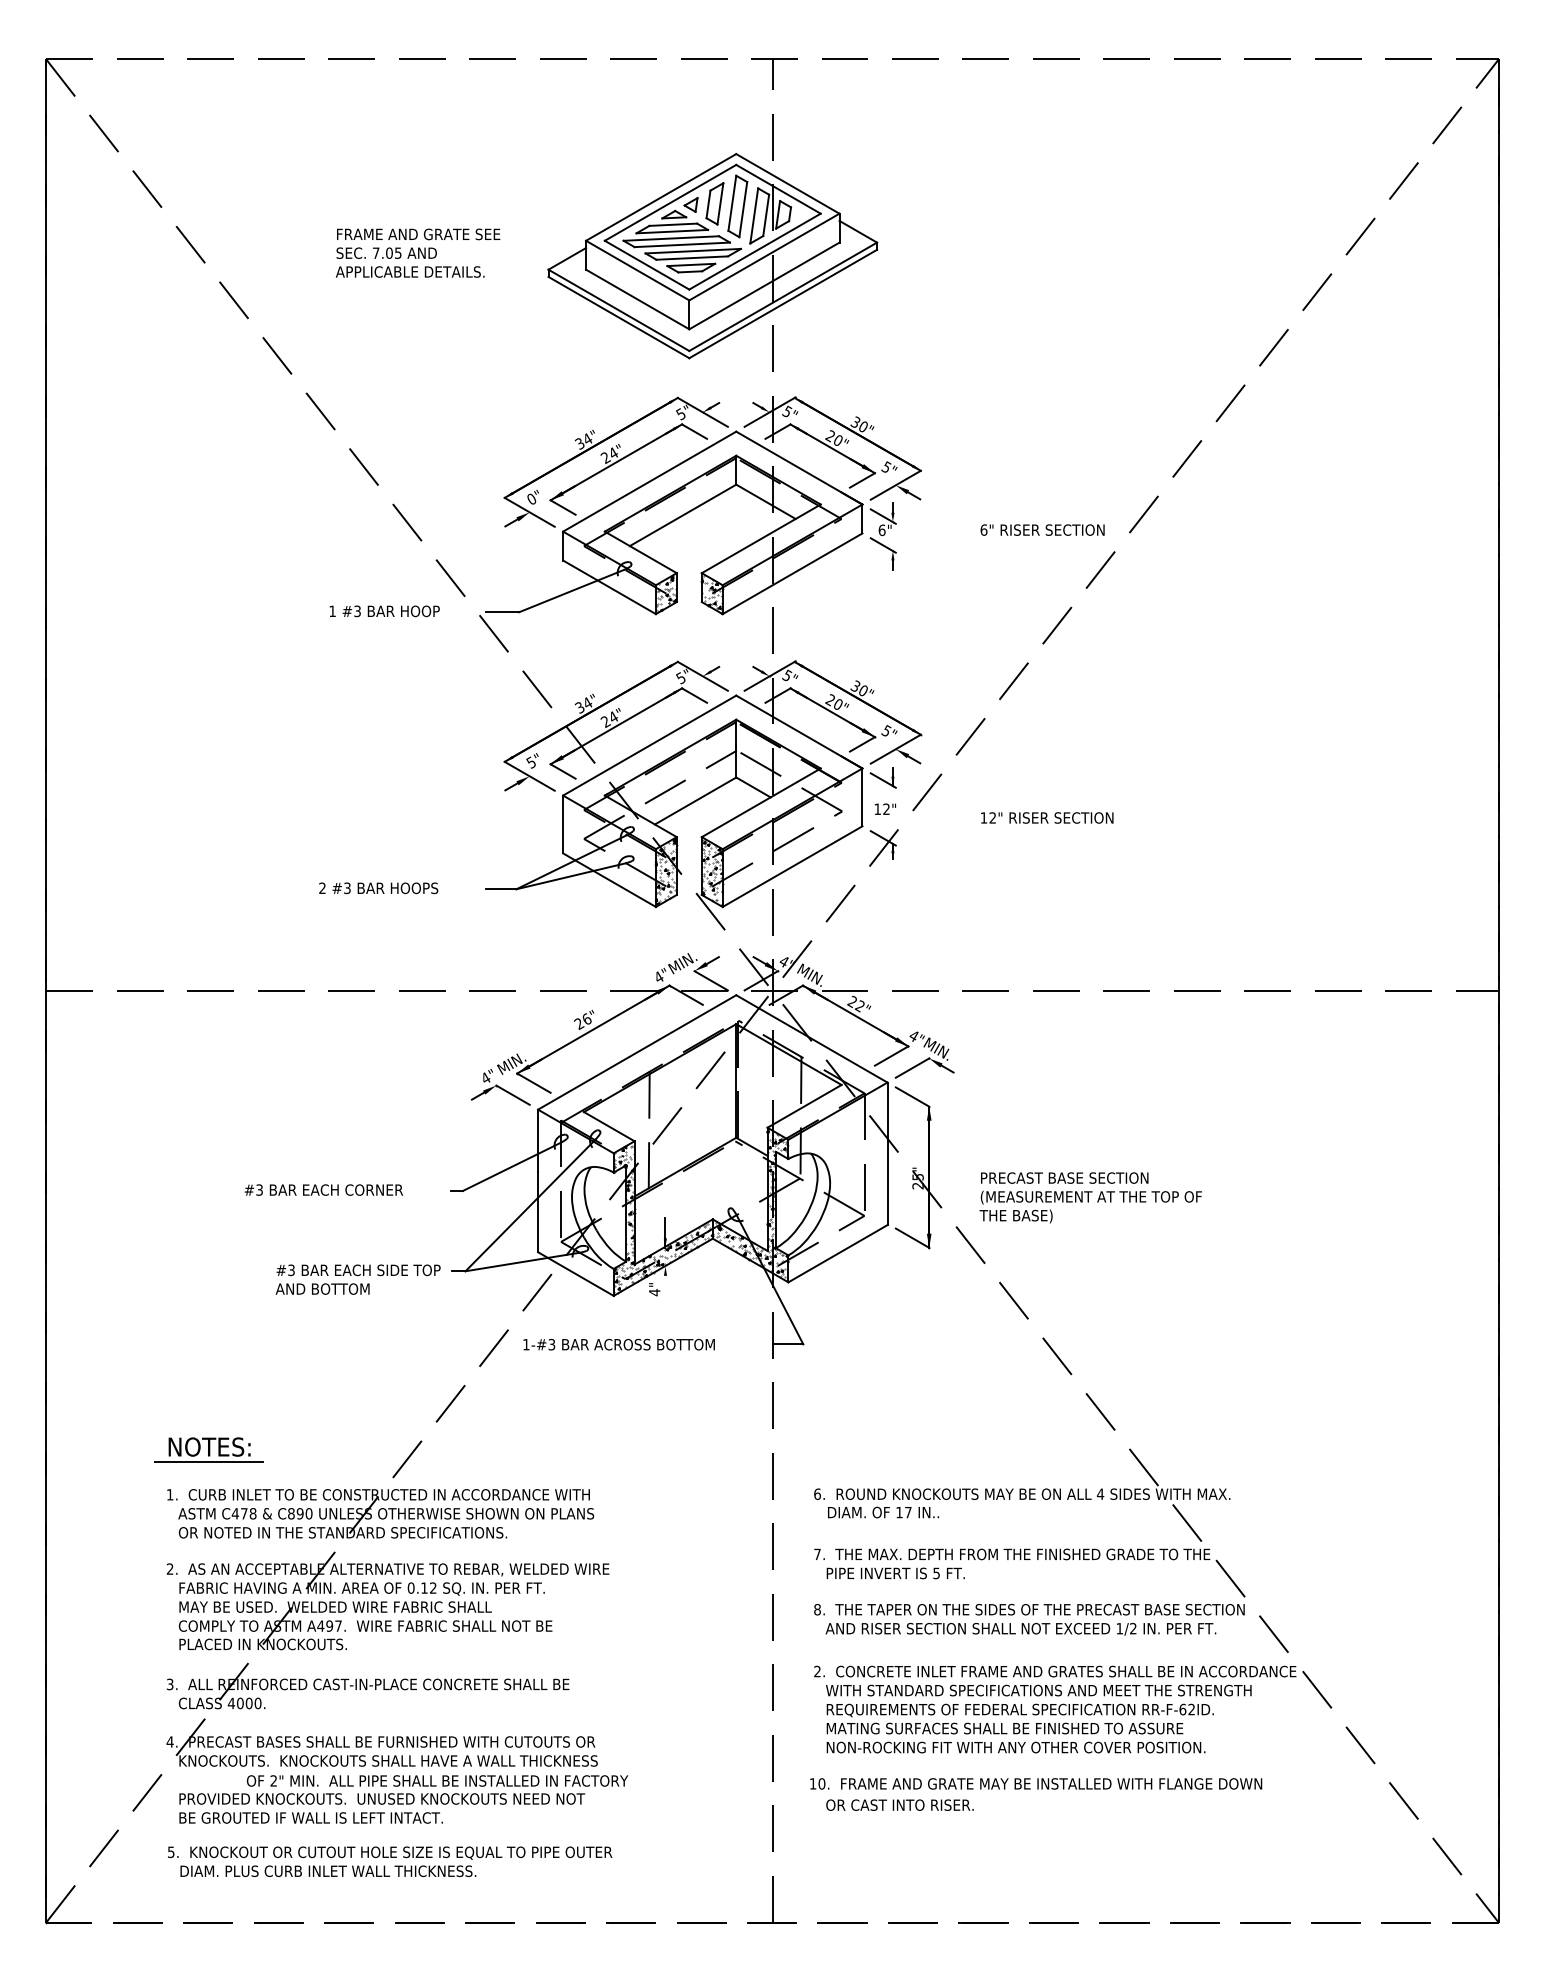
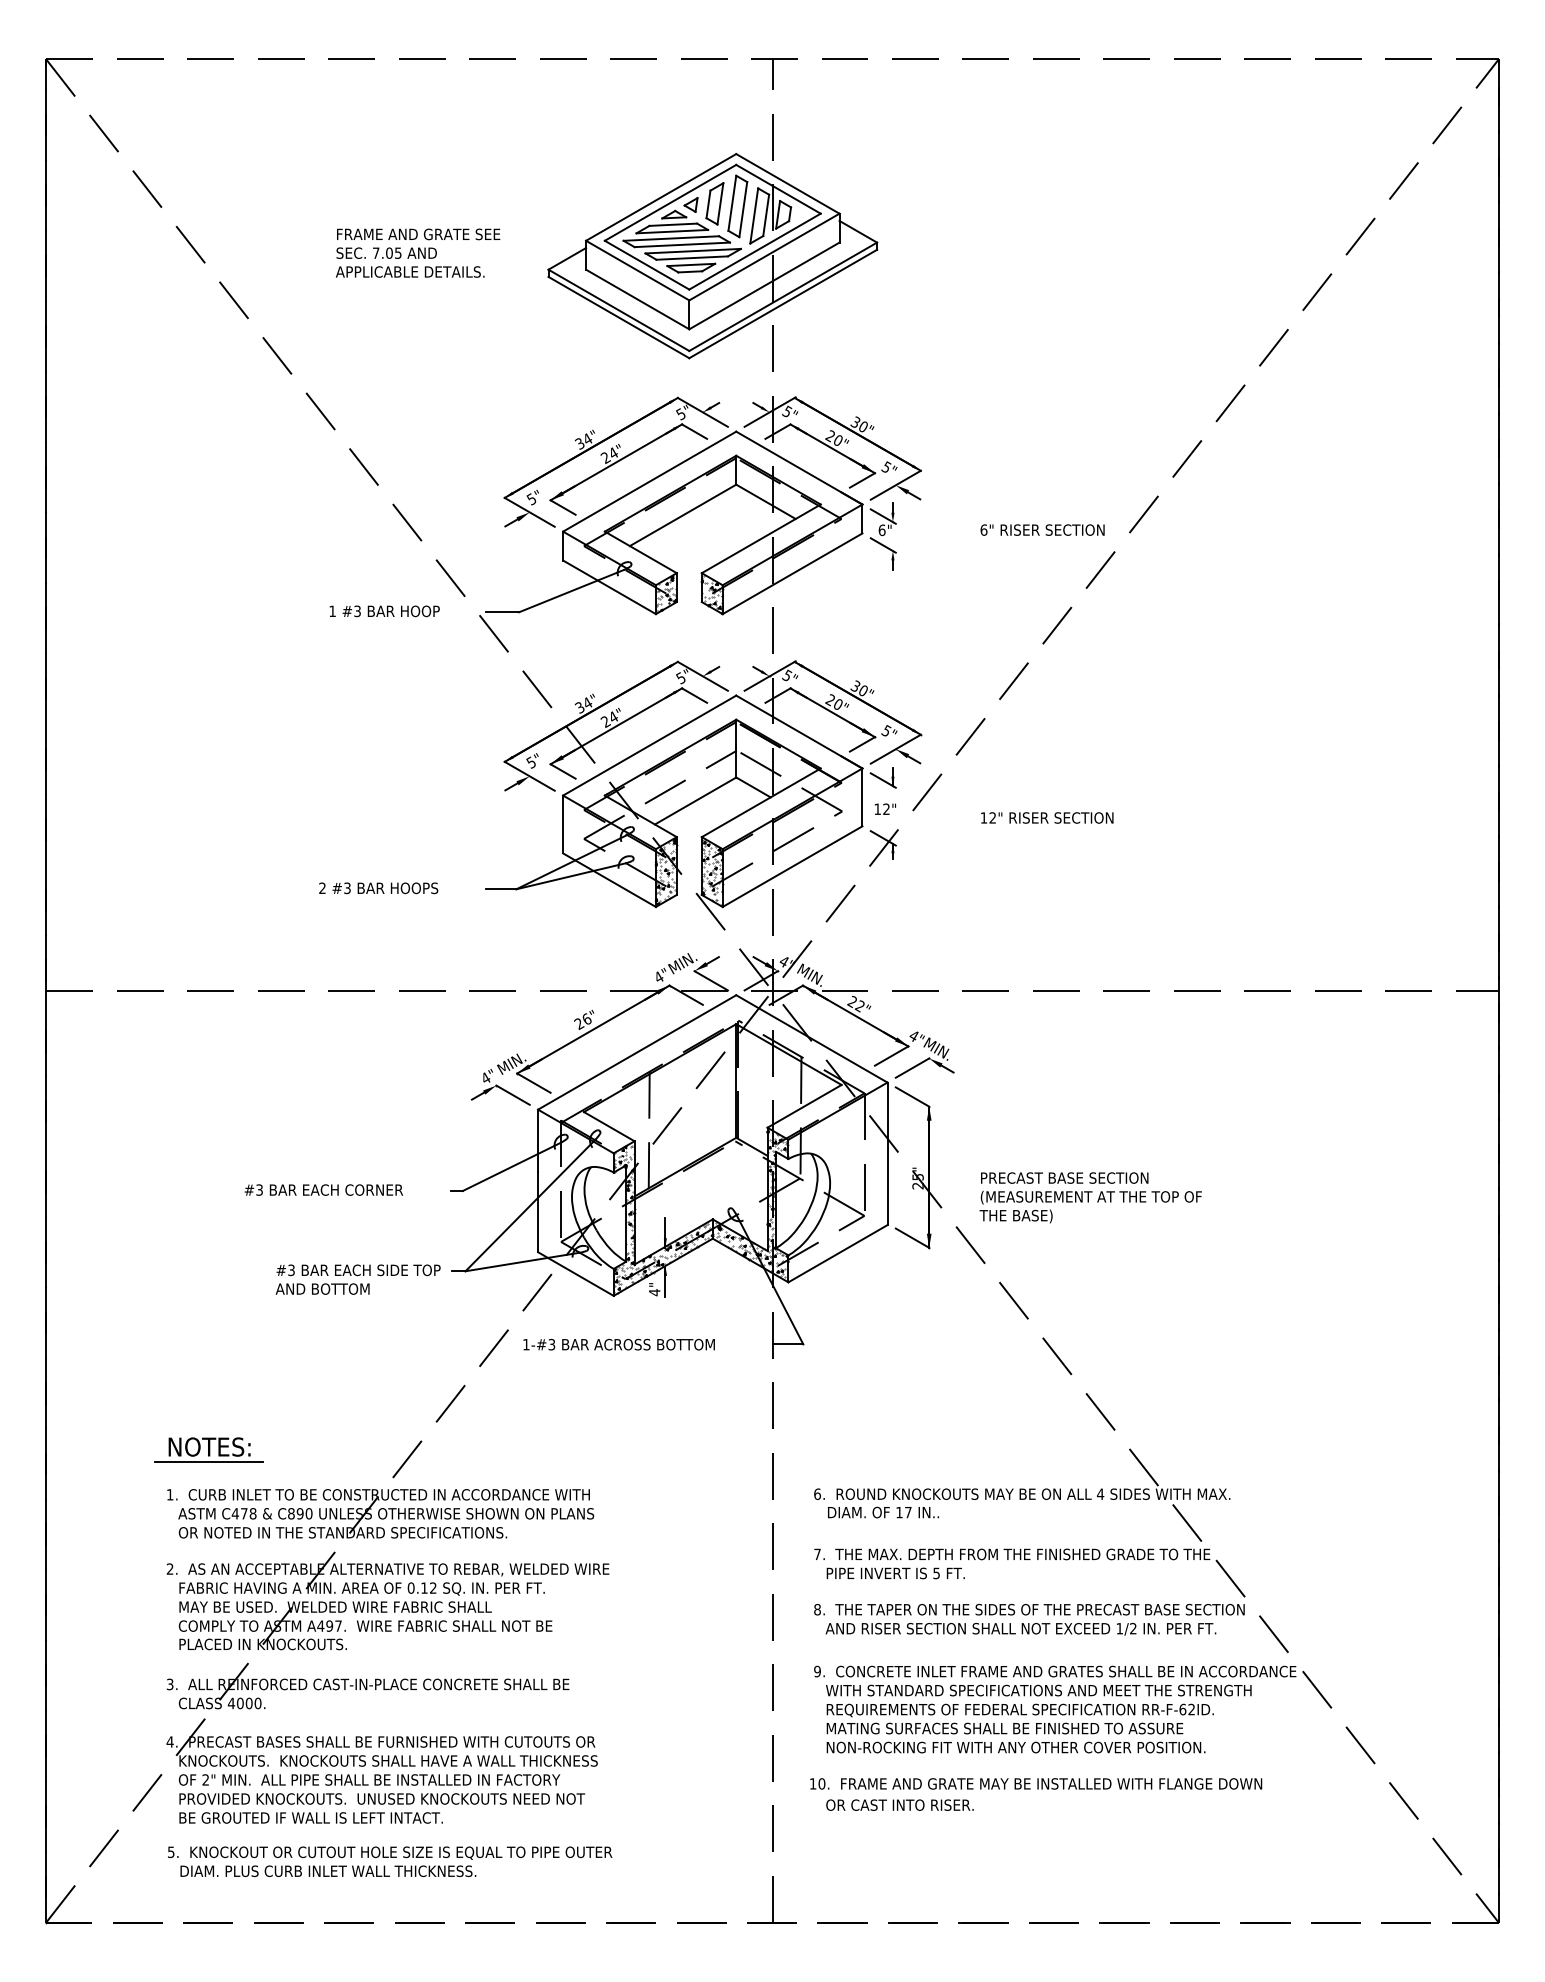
text at (530, 499): 0" -> 5"
line at (665, 1281): none -> present
text at (817, 1671): 2. -> 9.
text at (437, 1780) position: (437, 1780) -> (369, 1779)
